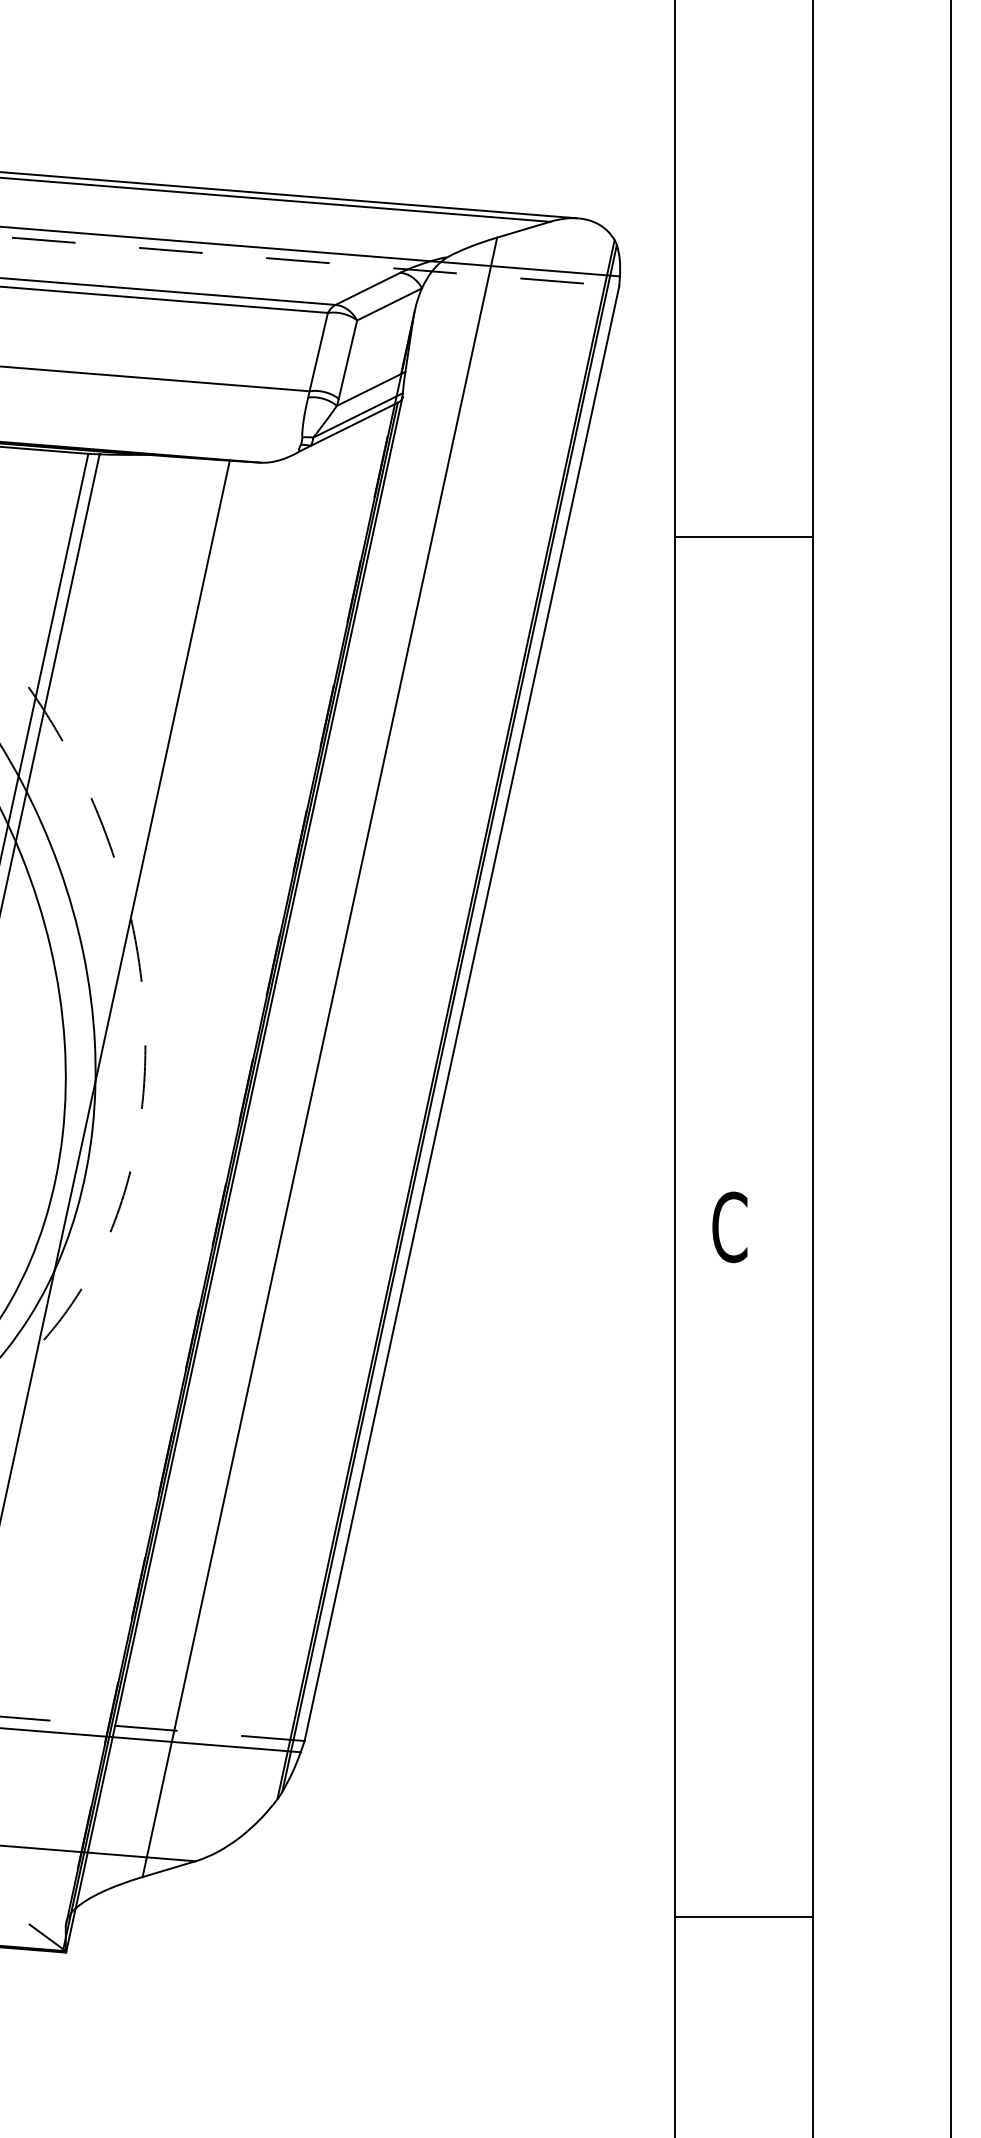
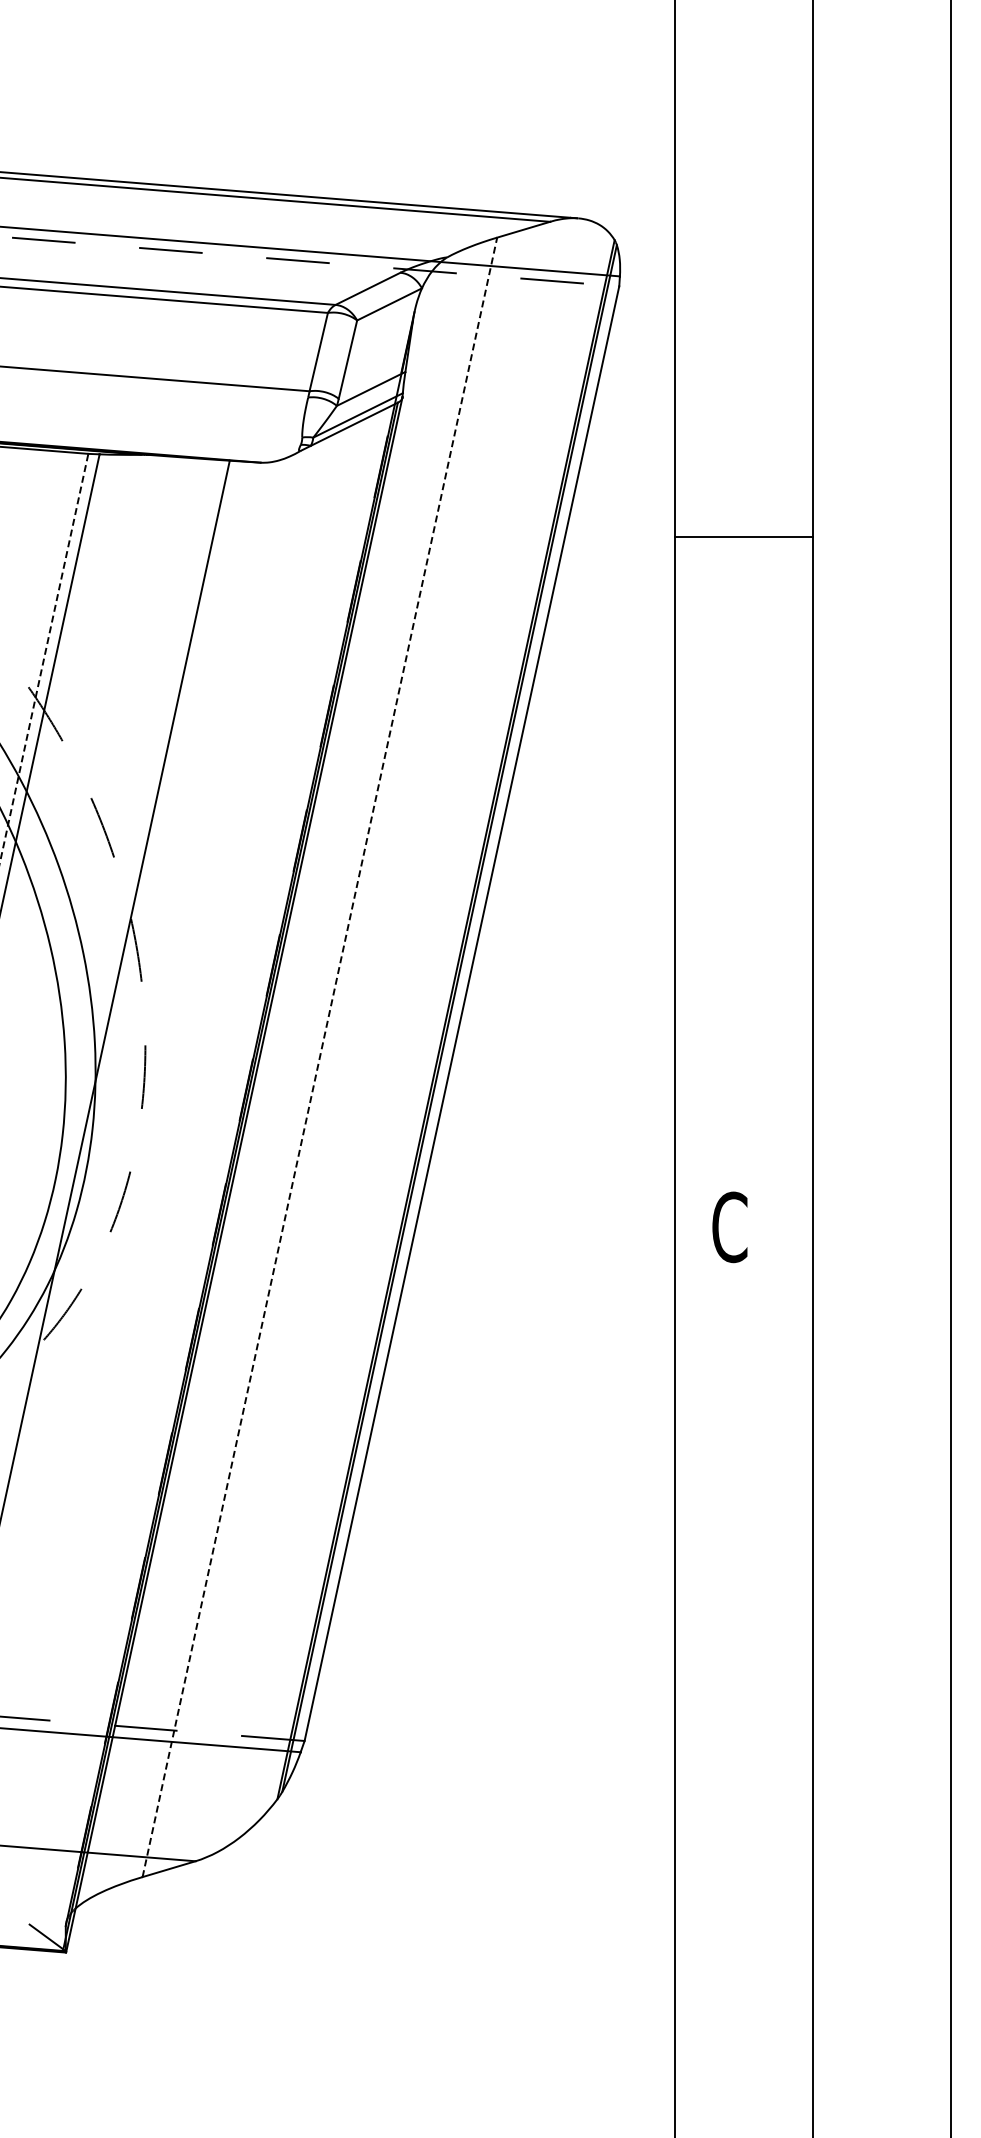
line at (44, 658): solid -> dashed
line at (319, 1057): solid -> dashed
line at (744, 1917): present -> none
